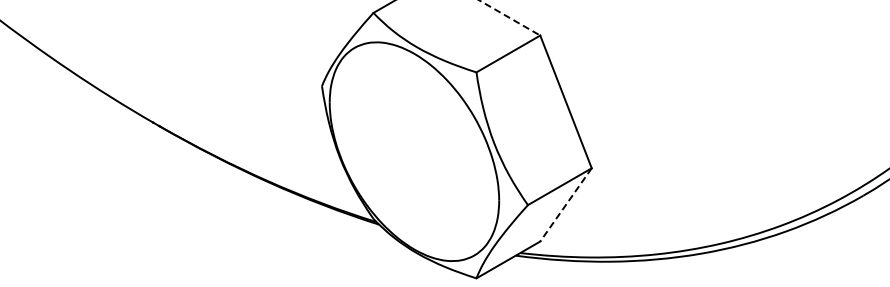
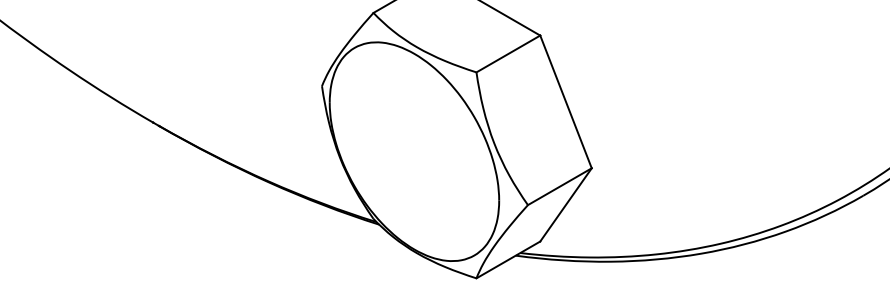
line at (509, 18): dashed -> solid
line at (566, 204): dashed -> solid
